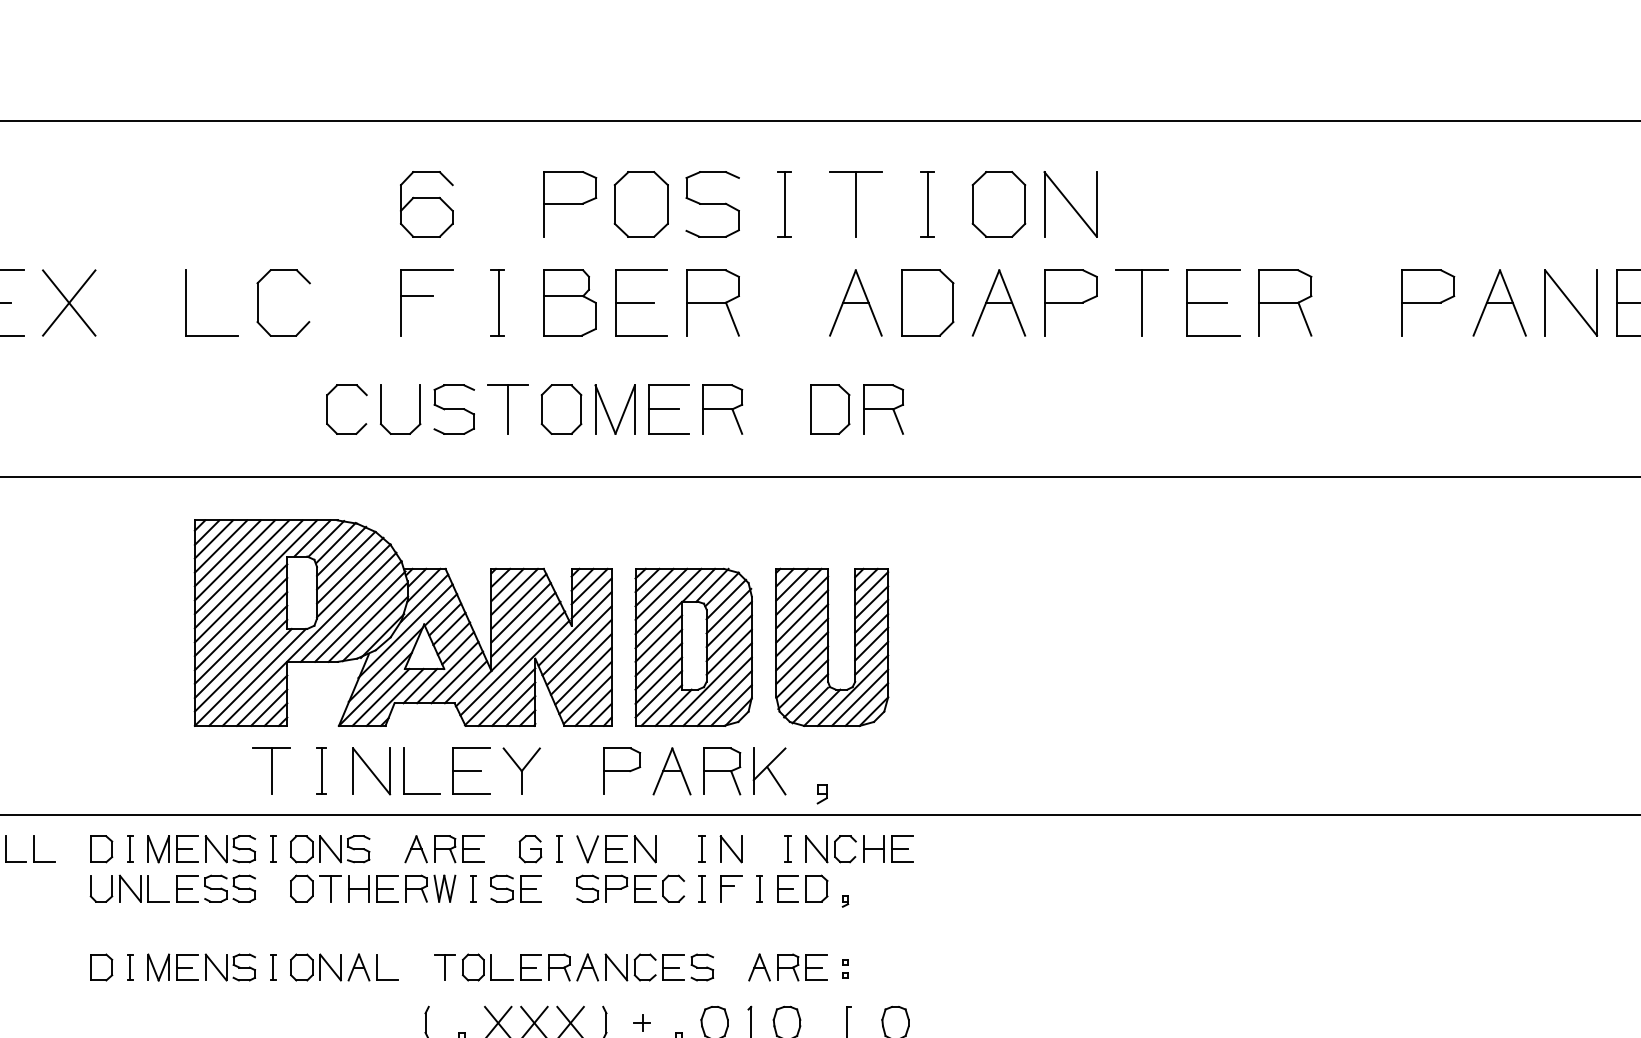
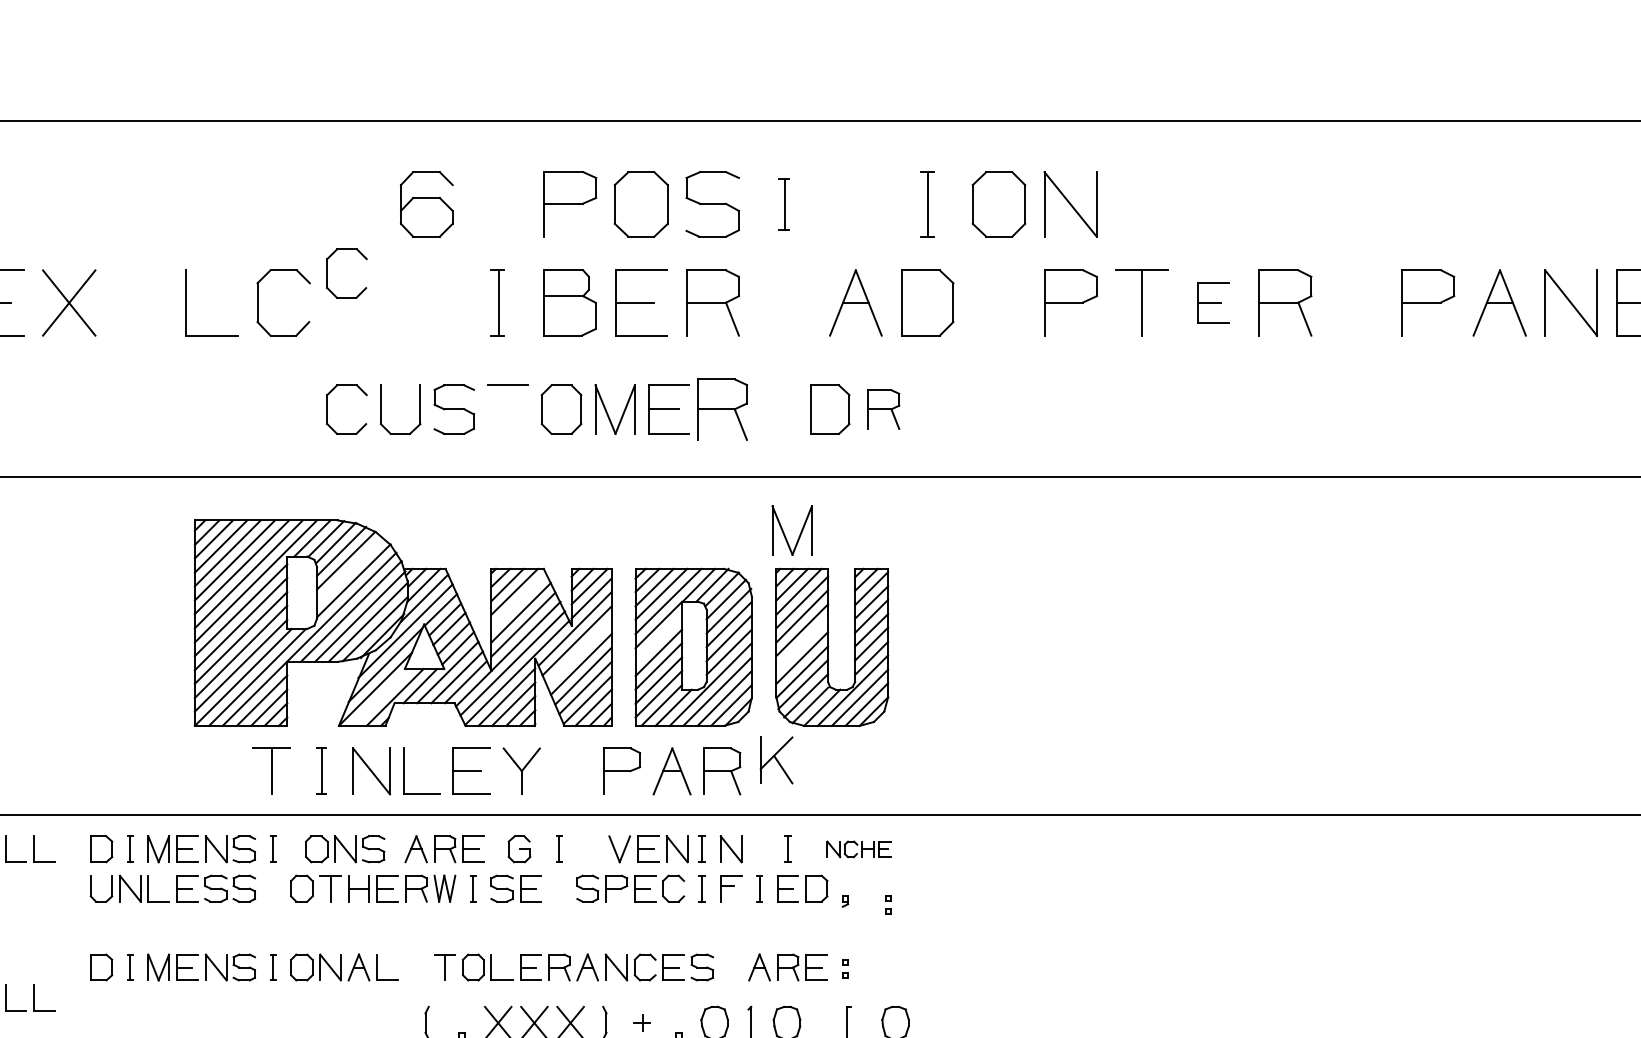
part at (784, 204) size: 15x67 px -> 12x53 px
part at (855, 204): present -> none
part at (327, 273): none -> present
part at (426, 302): present -> none
part at (998, 302): present -> none
part at (1213, 302) size: 55x68 px -> 33x42 px
line at (508, 409): present -> none
part at (722, 409) size: 42x51 px -> 51x63 px
part at (883, 409) size: 42x51 px -> 34x41 px
part at (785, 534): none -> present
line at (350, 570): present -> none
line at (518, 601): present -> none
line at (658, 638): present -> none
line at (802, 644): present -> none
line at (579, 652): present -> none
line at (380, 696): present -> none
part at (769, 771) position: (769, 771) -> (776, 760)
part at (821, 794): present -> none
part at (330, 849) position: (330, 849) -> (345, 849)
part at (530, 849) position: (530, 849) -> (519, 849)
part at (616, 849) position: (616, 849) -> (648, 849)
part at (859, 849) size: 109x29 px -> 66x19 px
part at (888, 904): none -> present
part at (30, 997): none -> present
